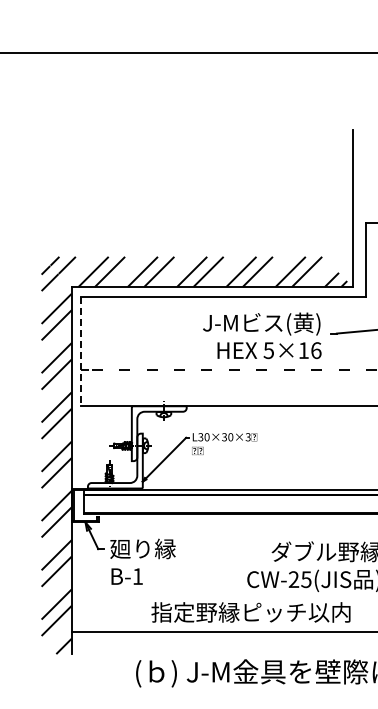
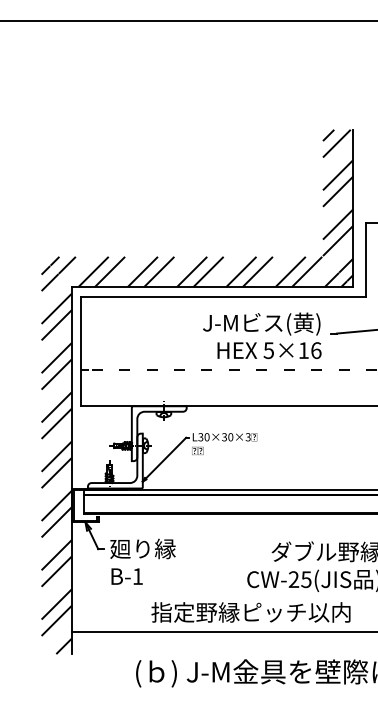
line at (188, 53) position: (188, 53) -> (188, 21)
hatch at (338, 205): none -> present
line at (81, 351): dashed -> solid
